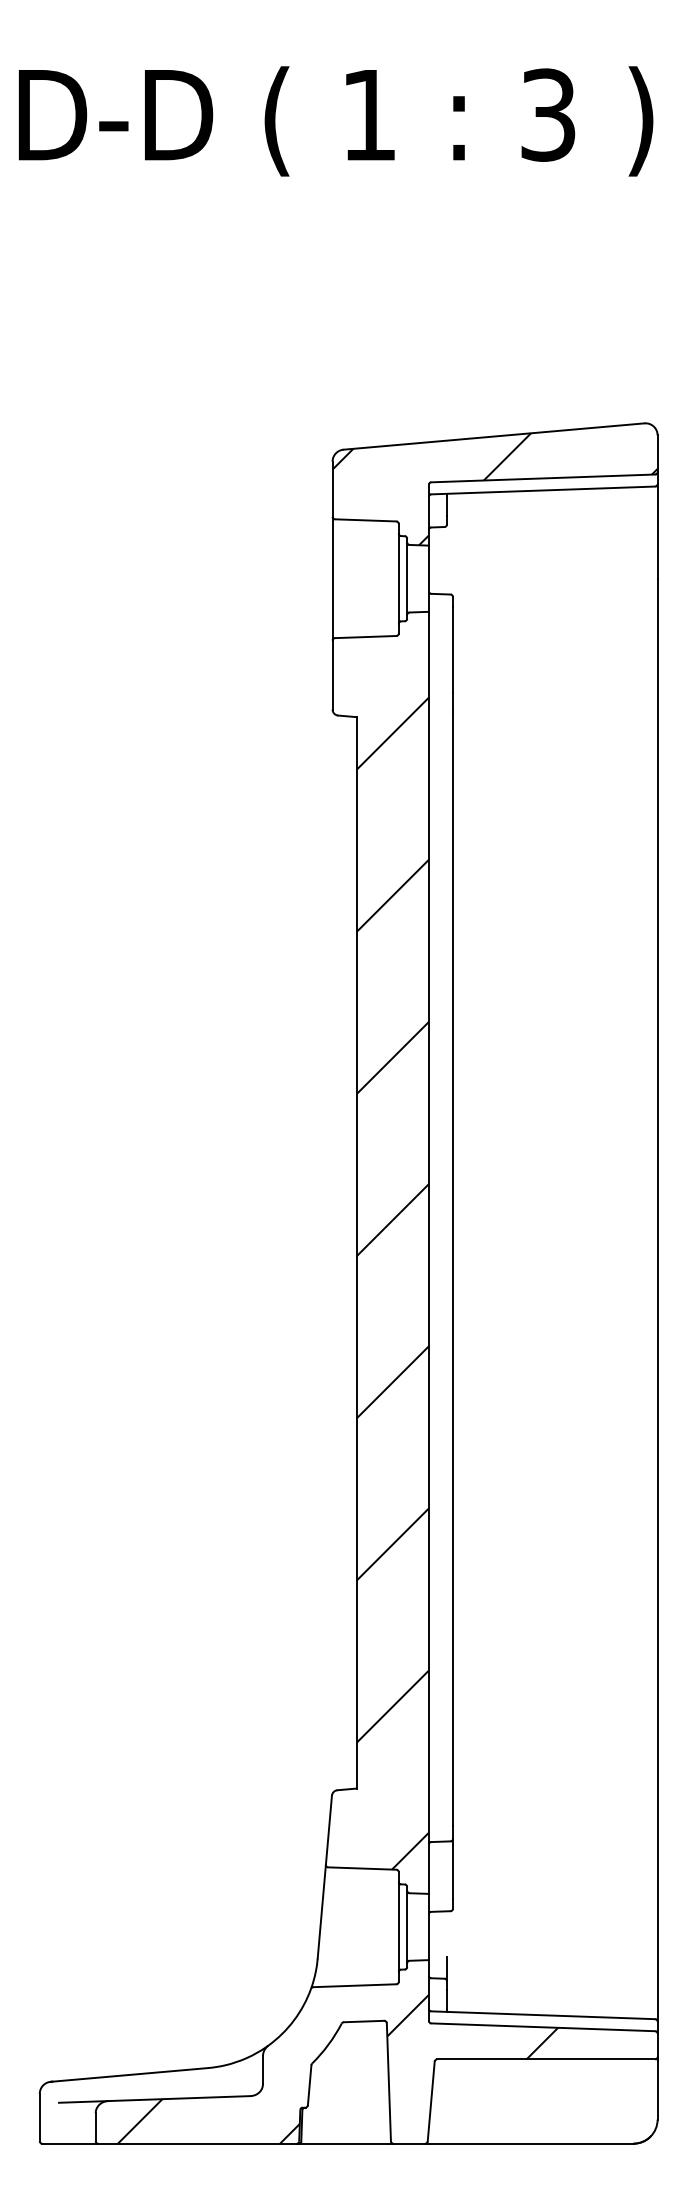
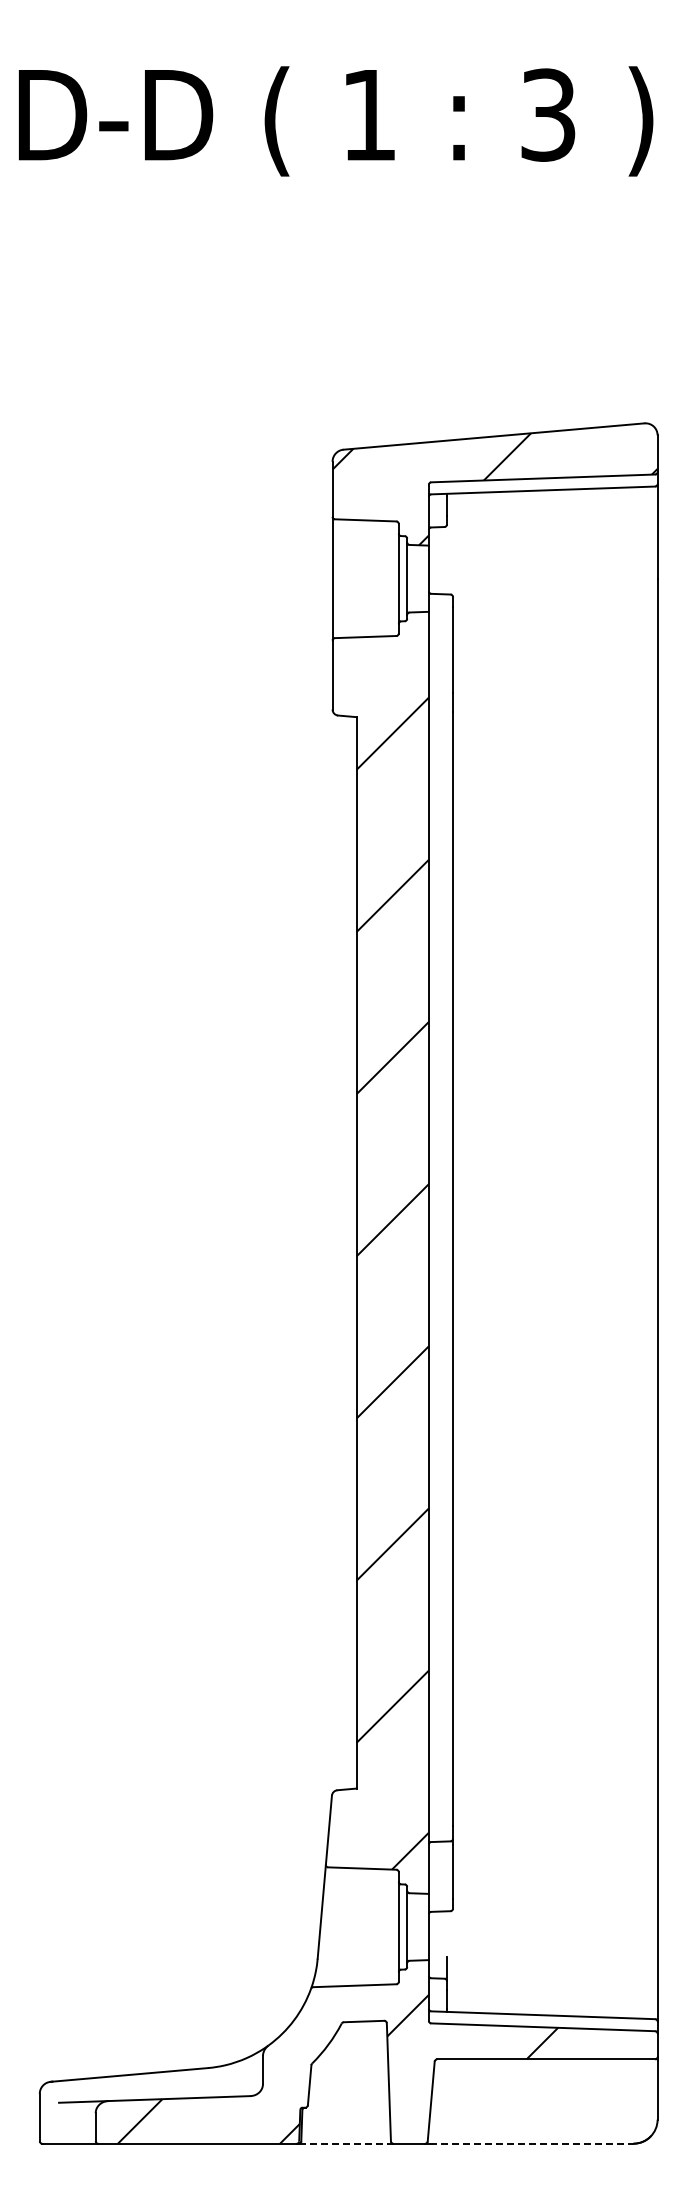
line at (343, 2143): solid -> dashed
line at (531, 2143): solid -> dashed
